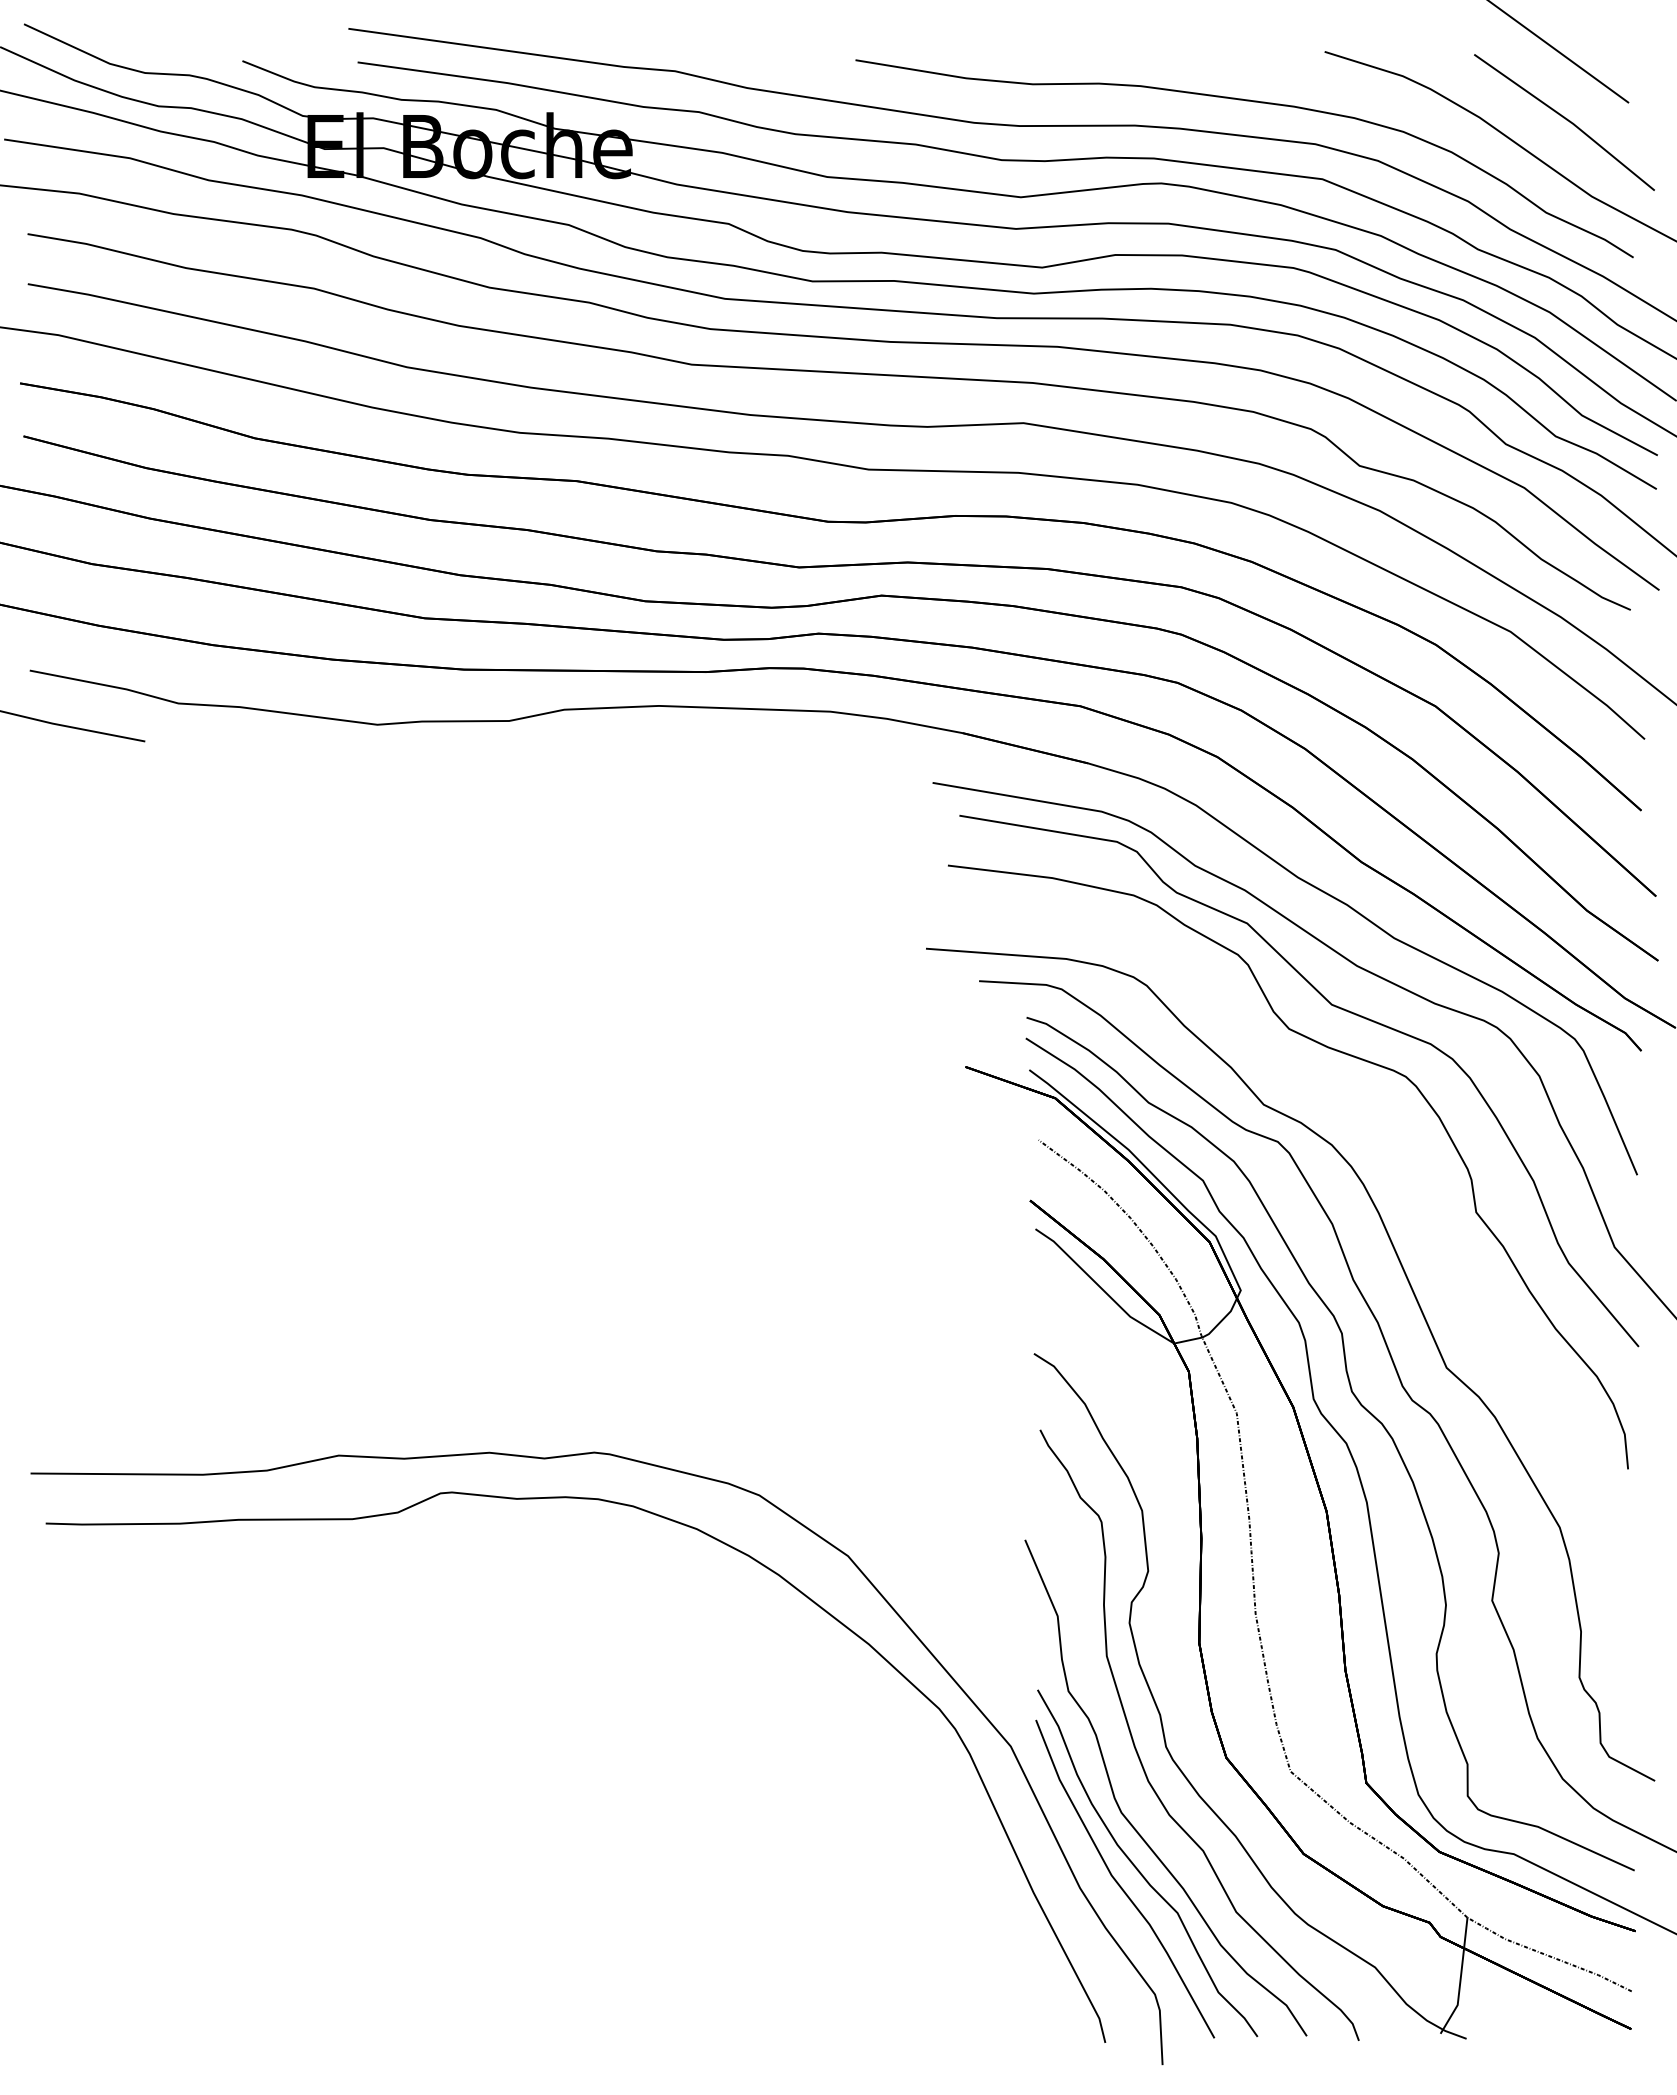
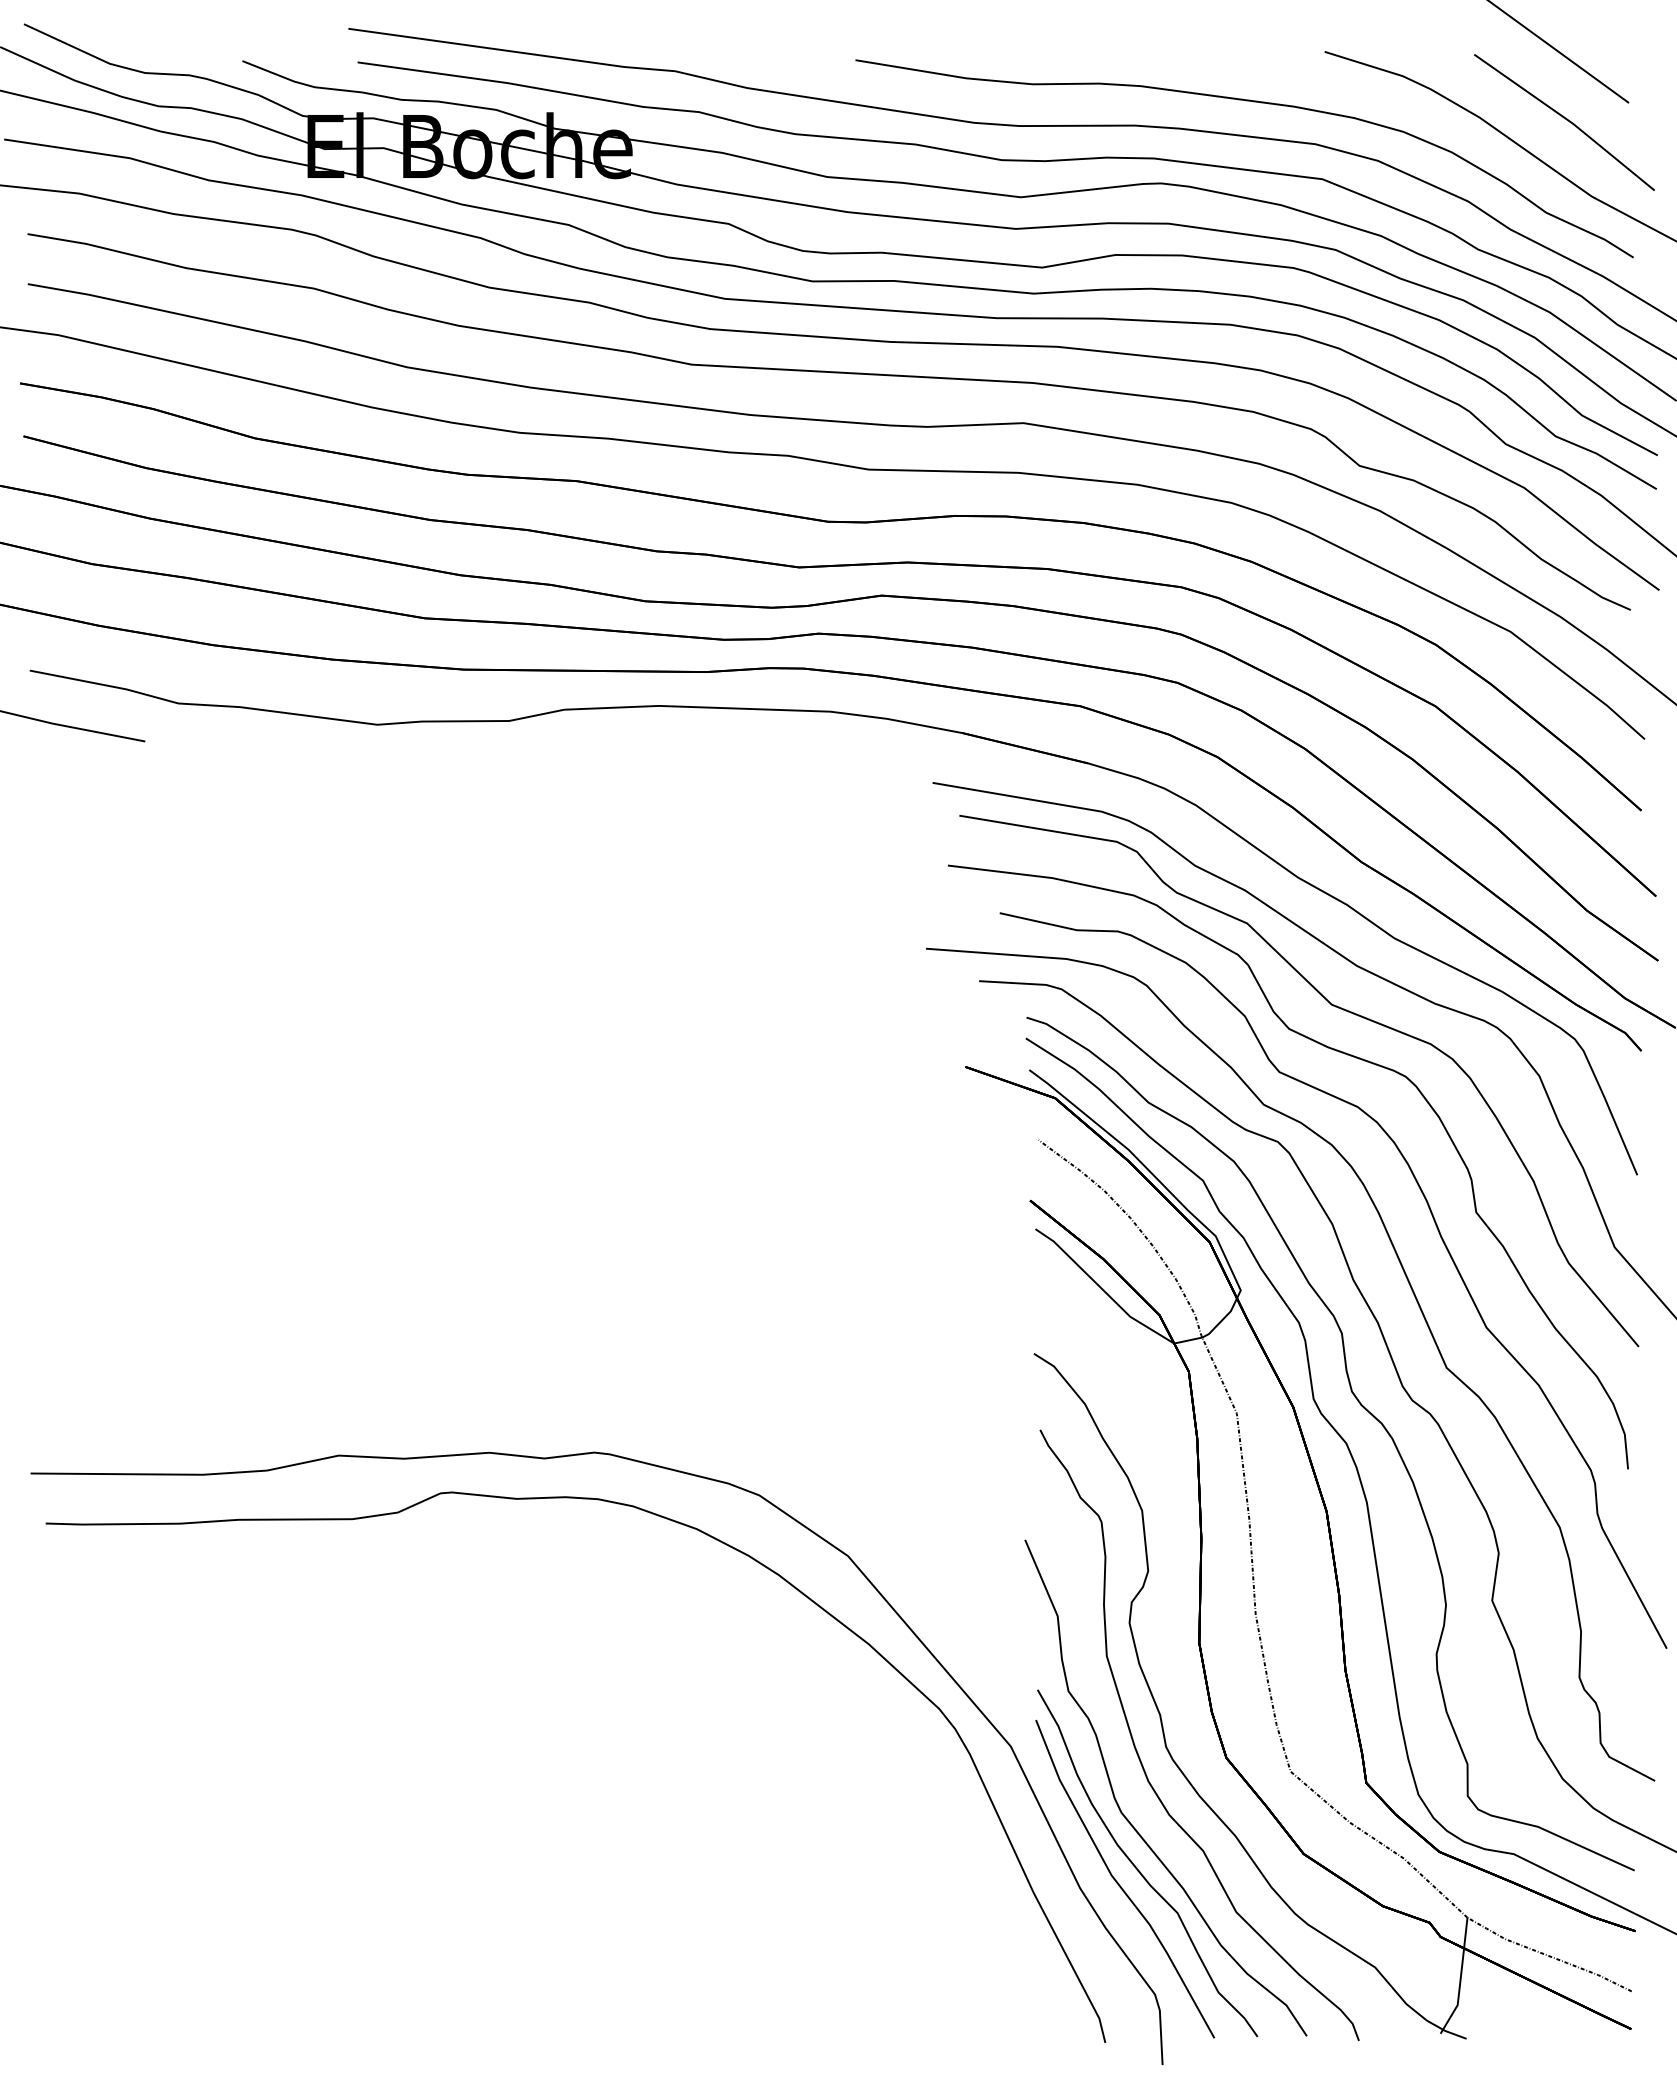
curve at (1438, 1233): none -> present
